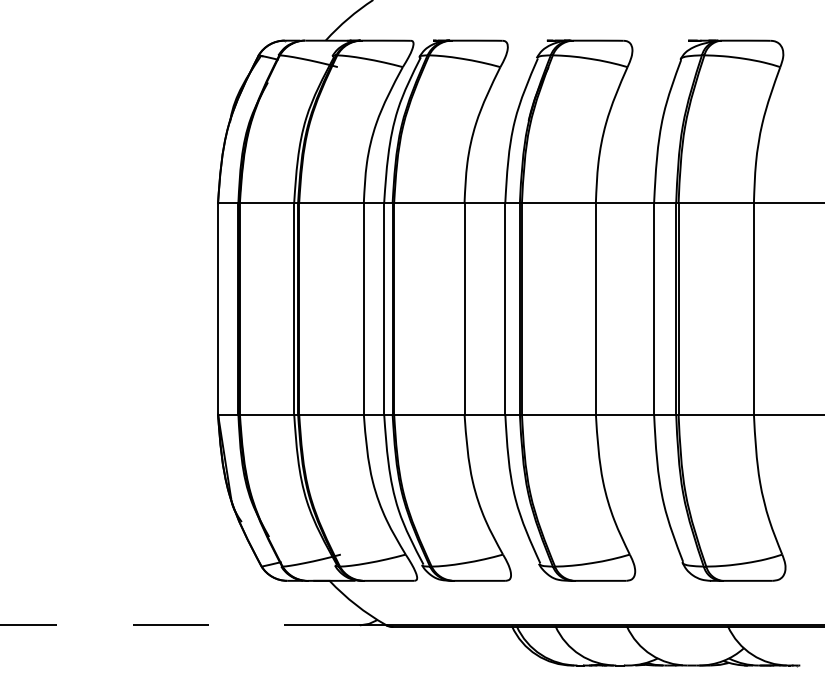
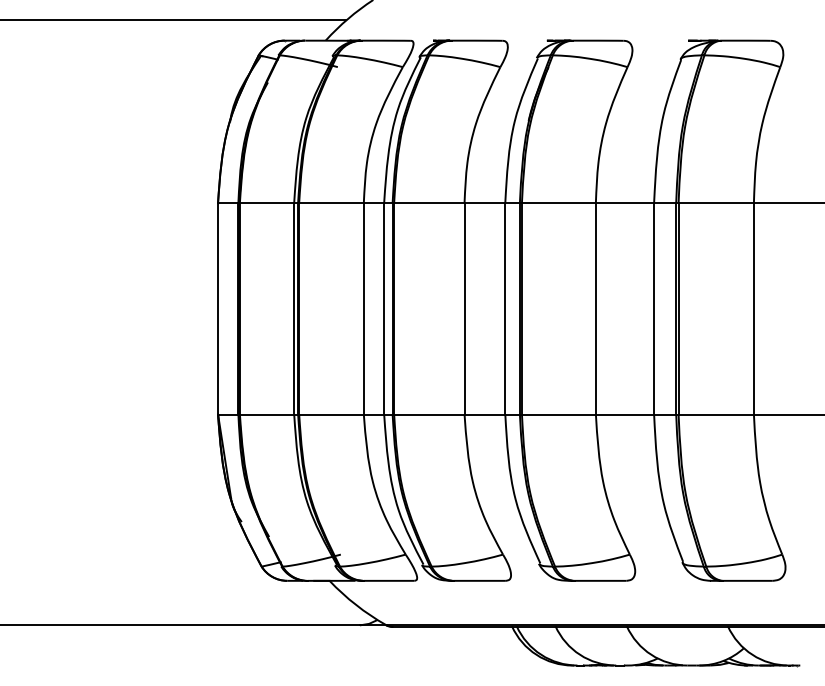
line at (174, 20): none -> present
line at (179, 625): dashed -> solid
